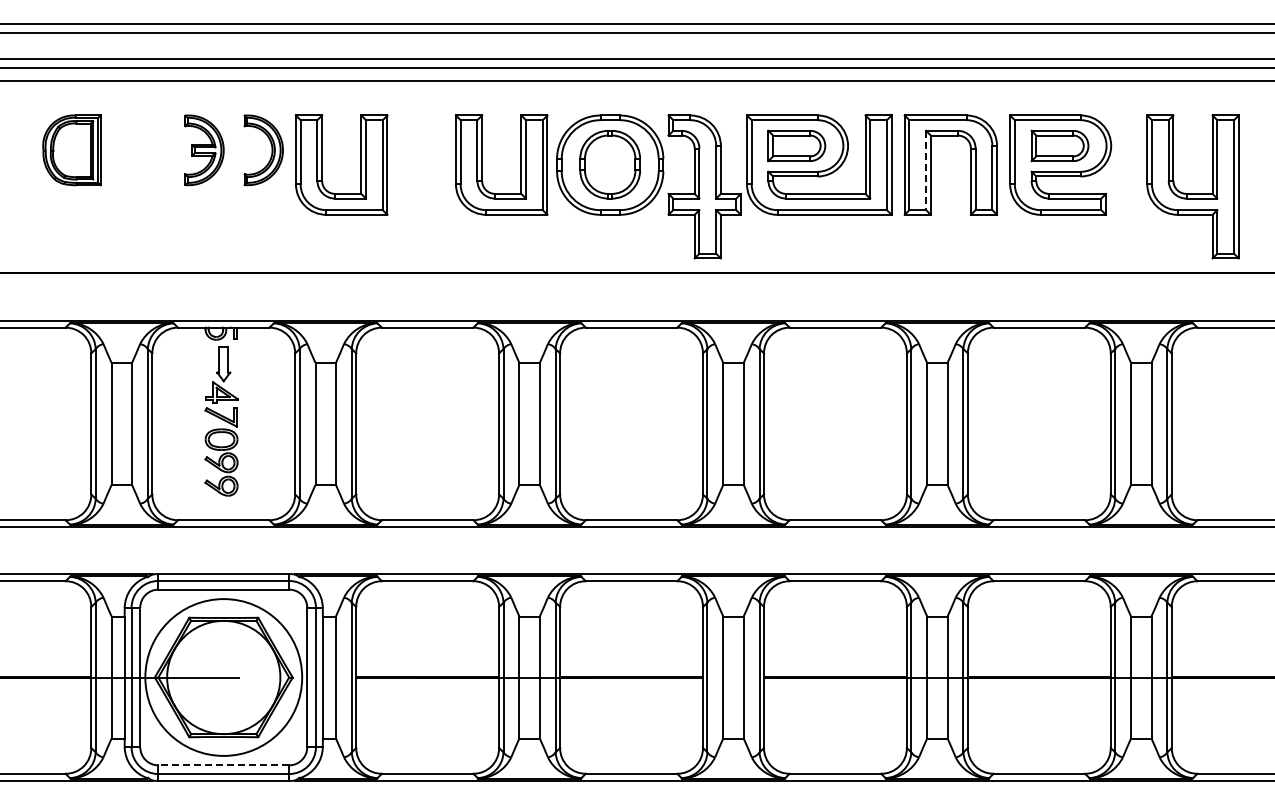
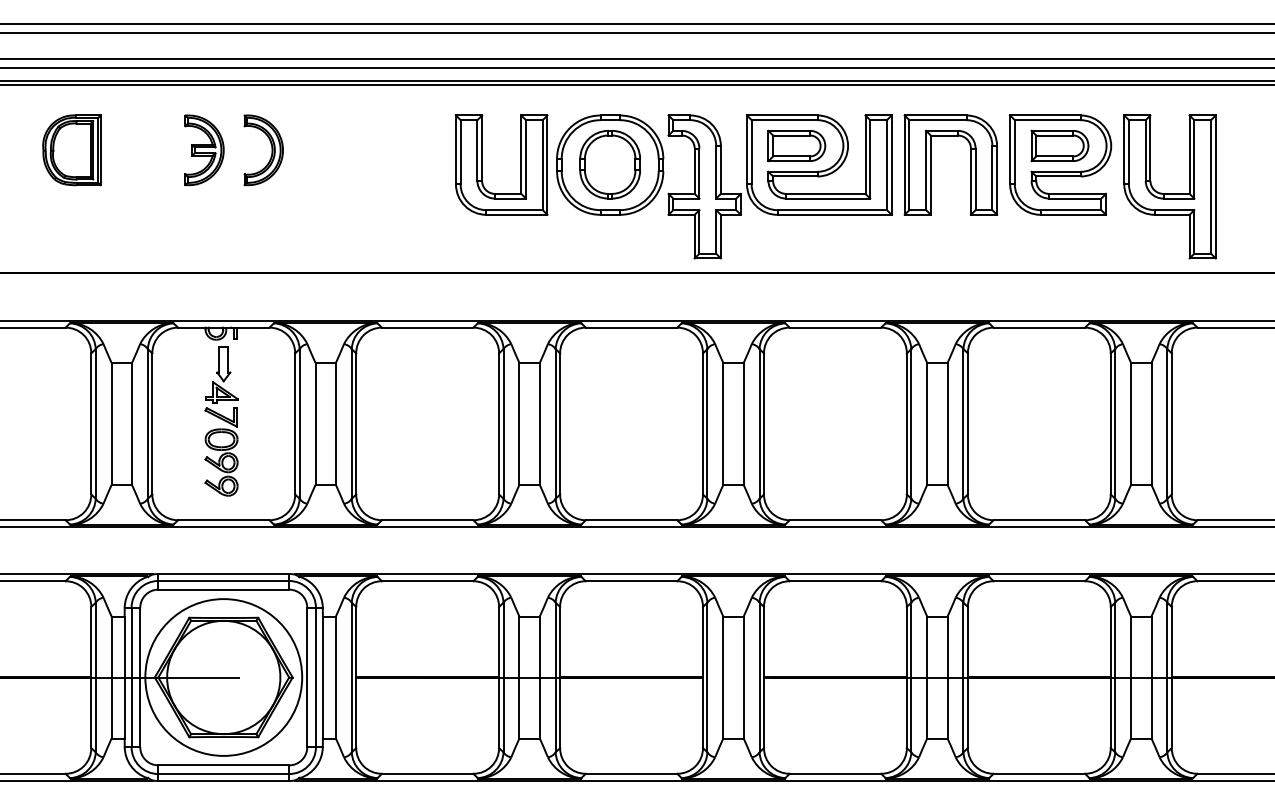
line at (636, 85): none -> present
part at (322, 164): present -> none
line at (926, 170): dashed -> solid
part at (1192, 193) position: (1192, 193) -> (1169, 193)
line at (223, 765): dashed -> solid
